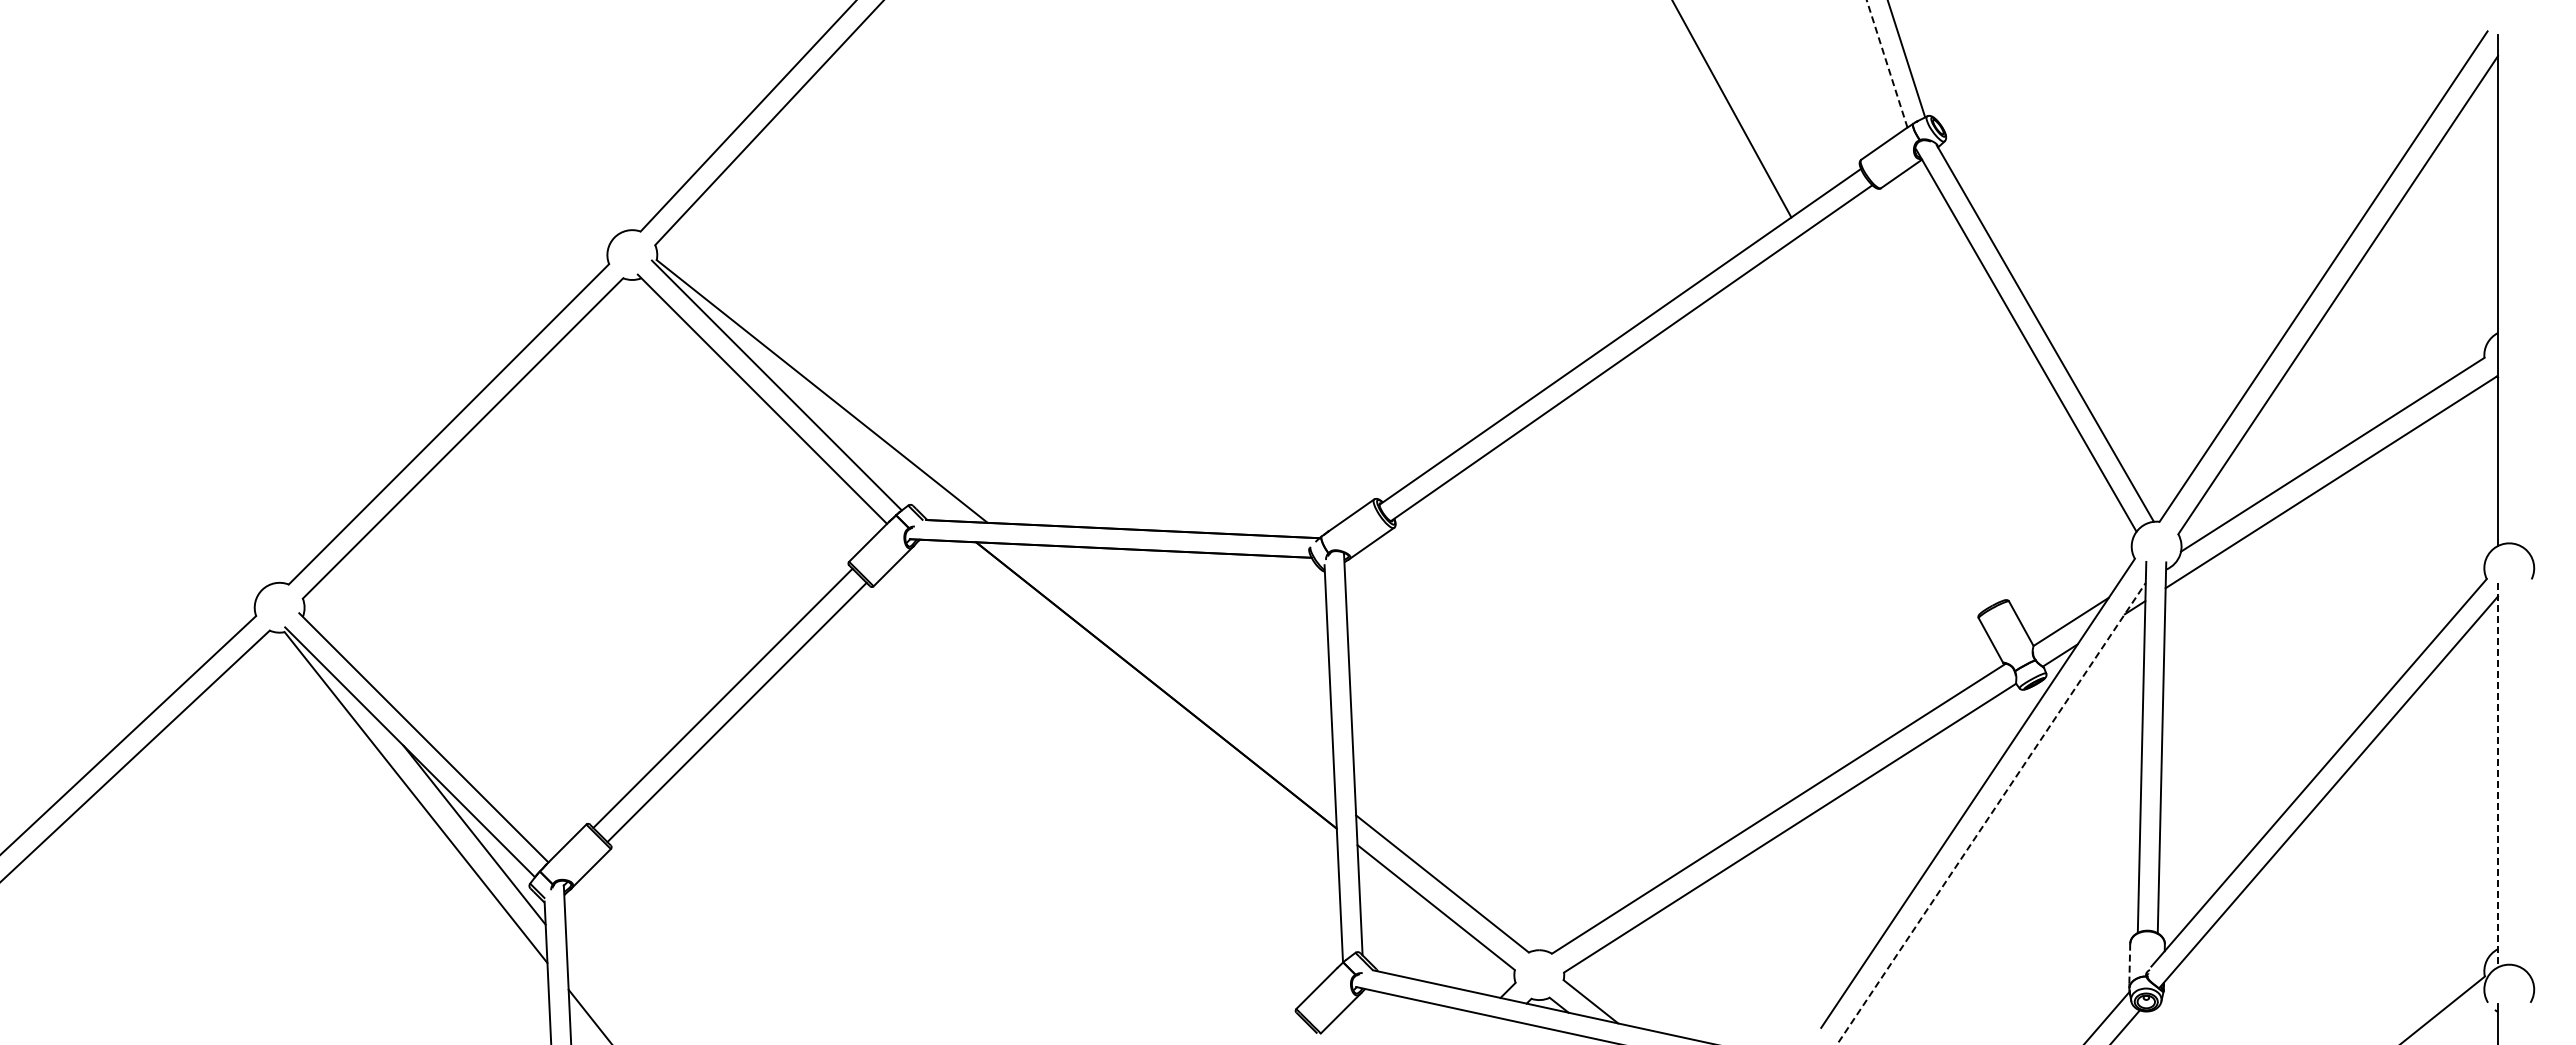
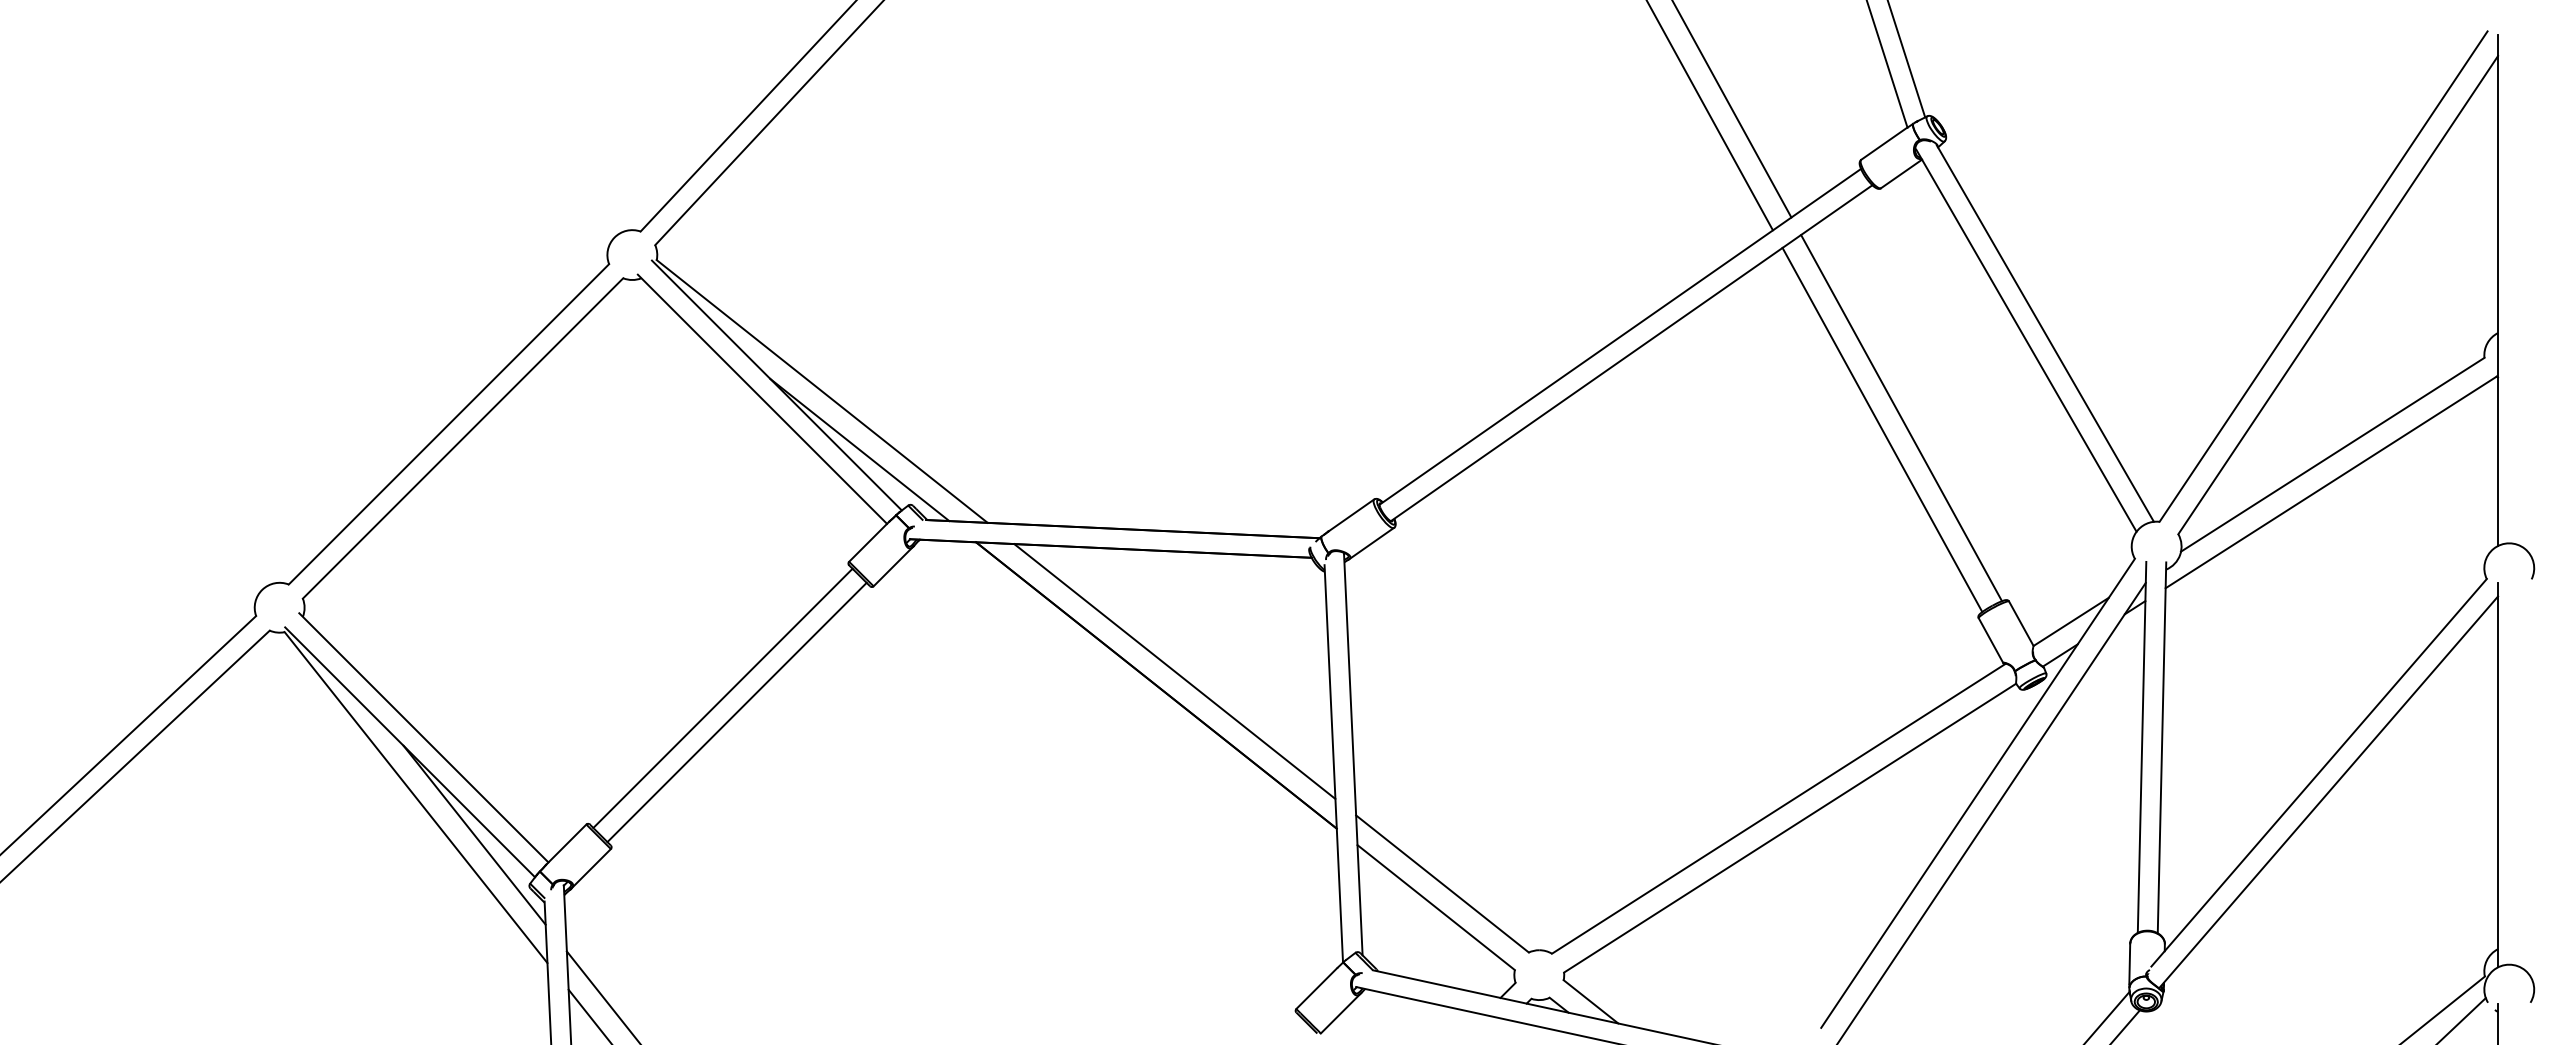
line at (1887, 63): dashed -> solid
line at (1709, 116): none -> present
line at (1901, 418): none -> present
line at (1882, 429): none -> present
line at (859, 450): none -> present
line at (1174, 671): none -> present
line at (2498, 775): dashed -> solid
line at (1991, 813): dashed -> solid
line at (2129, 964): dashed -> solid
line at (602, 996): none -> present
line at (2462, 1019): none -> present
